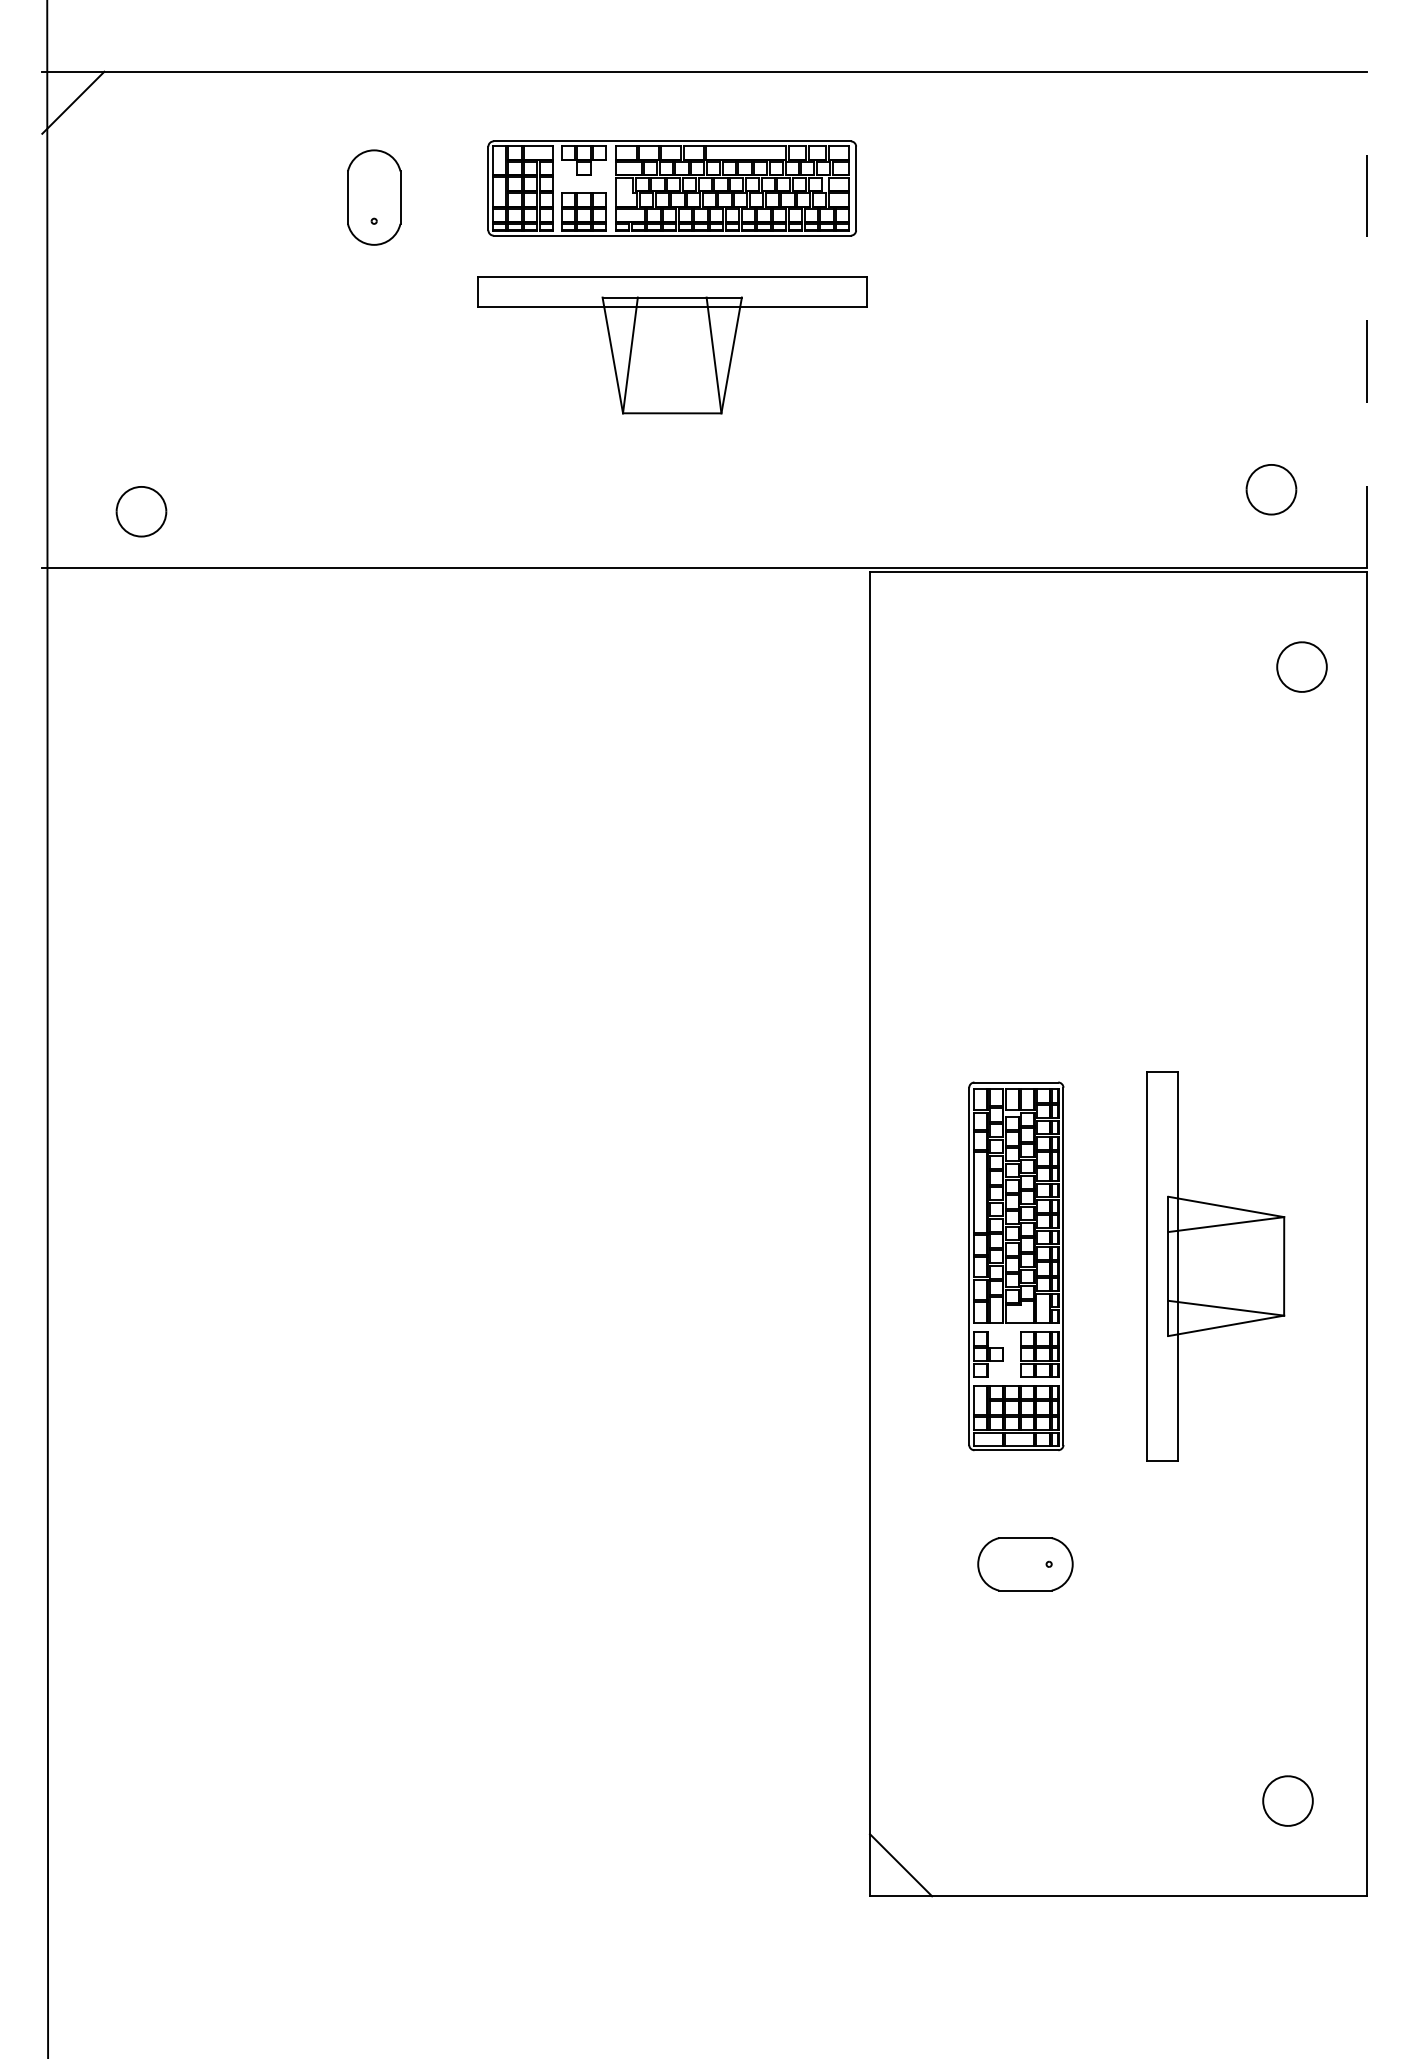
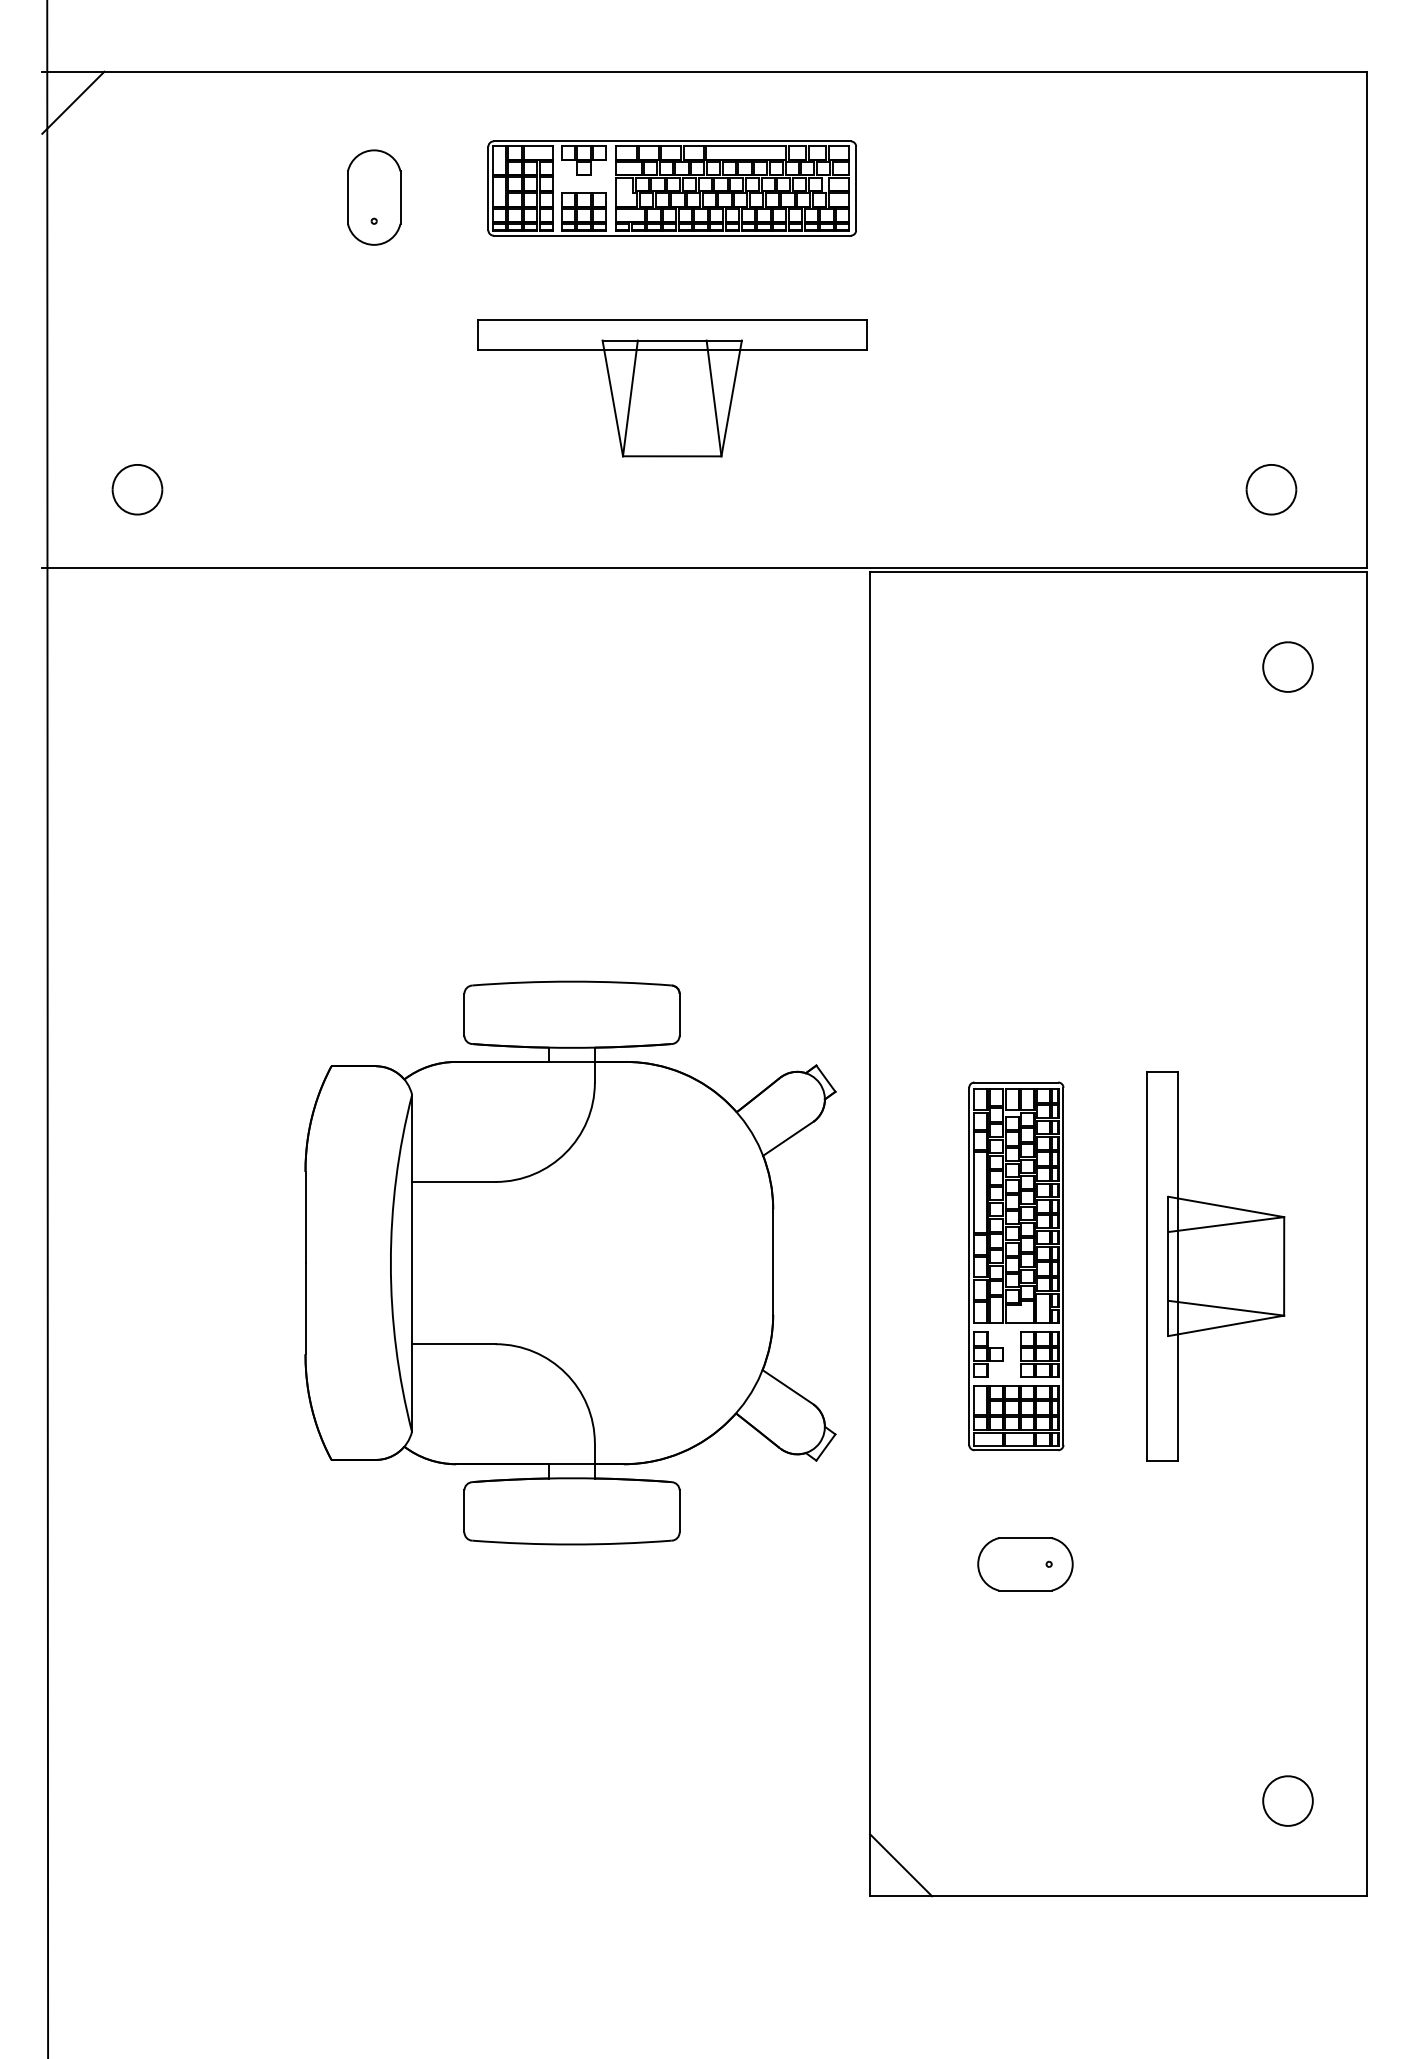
line at (1366, 319): dashed -> solid
part at (672, 345) position: (672, 345) -> (672, 388)
part at (141, 511) position: (141, 511) -> (137, 489)
part at (1301, 666) position: (1301, 666) -> (1287, 666)
part at (570, 1262): none -> present
